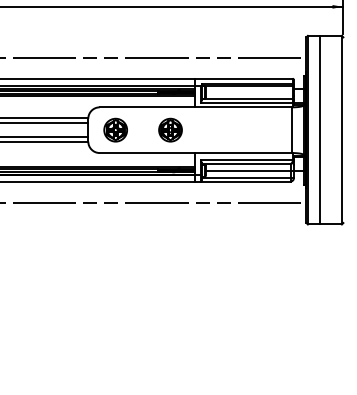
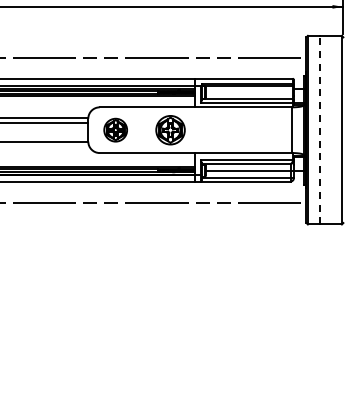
part at (170, 129) size: 25x26 px -> 31x31 px
line at (320, 129): solid -> dashed
line at (45, 137): present -> none
